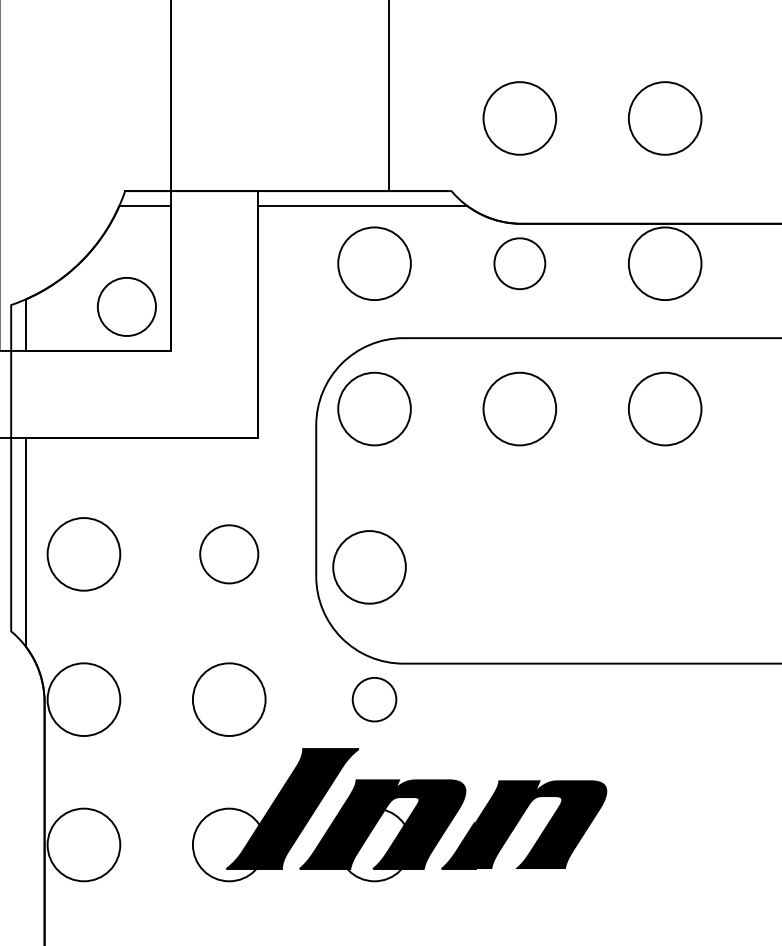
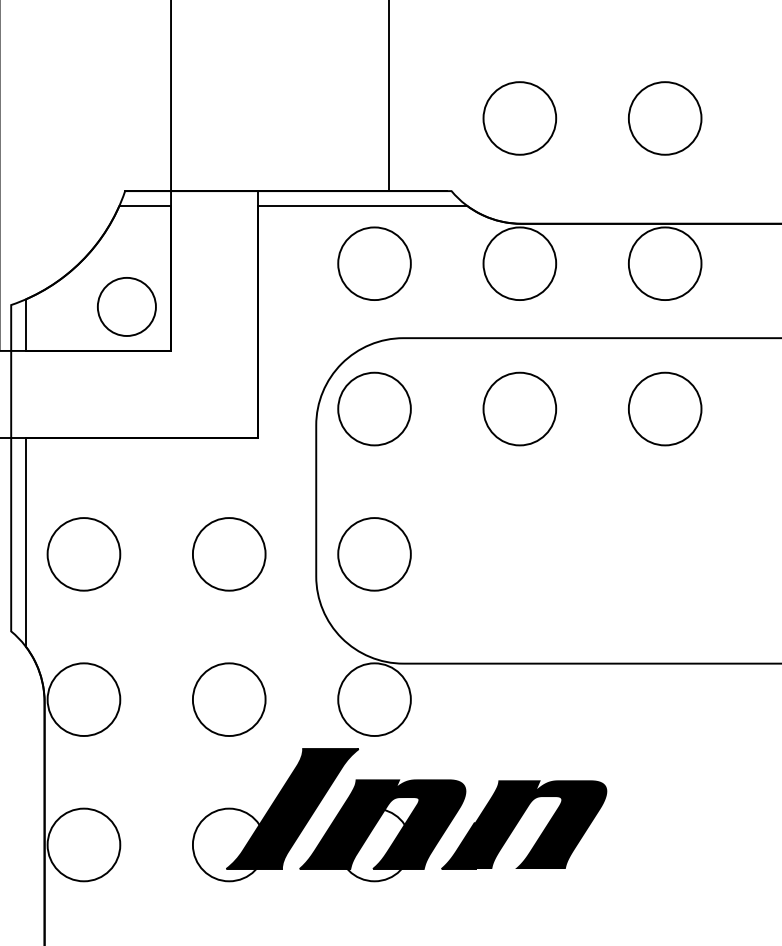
circle at (519, 263) diameter: 51 px -> 73 px
circle at (229, 554) diameter: 58 px -> 73 px
circle at (369, 567) position: (369, 567) -> (374, 554)
circle at (374, 699) diameter: 44 px -> 73 px
